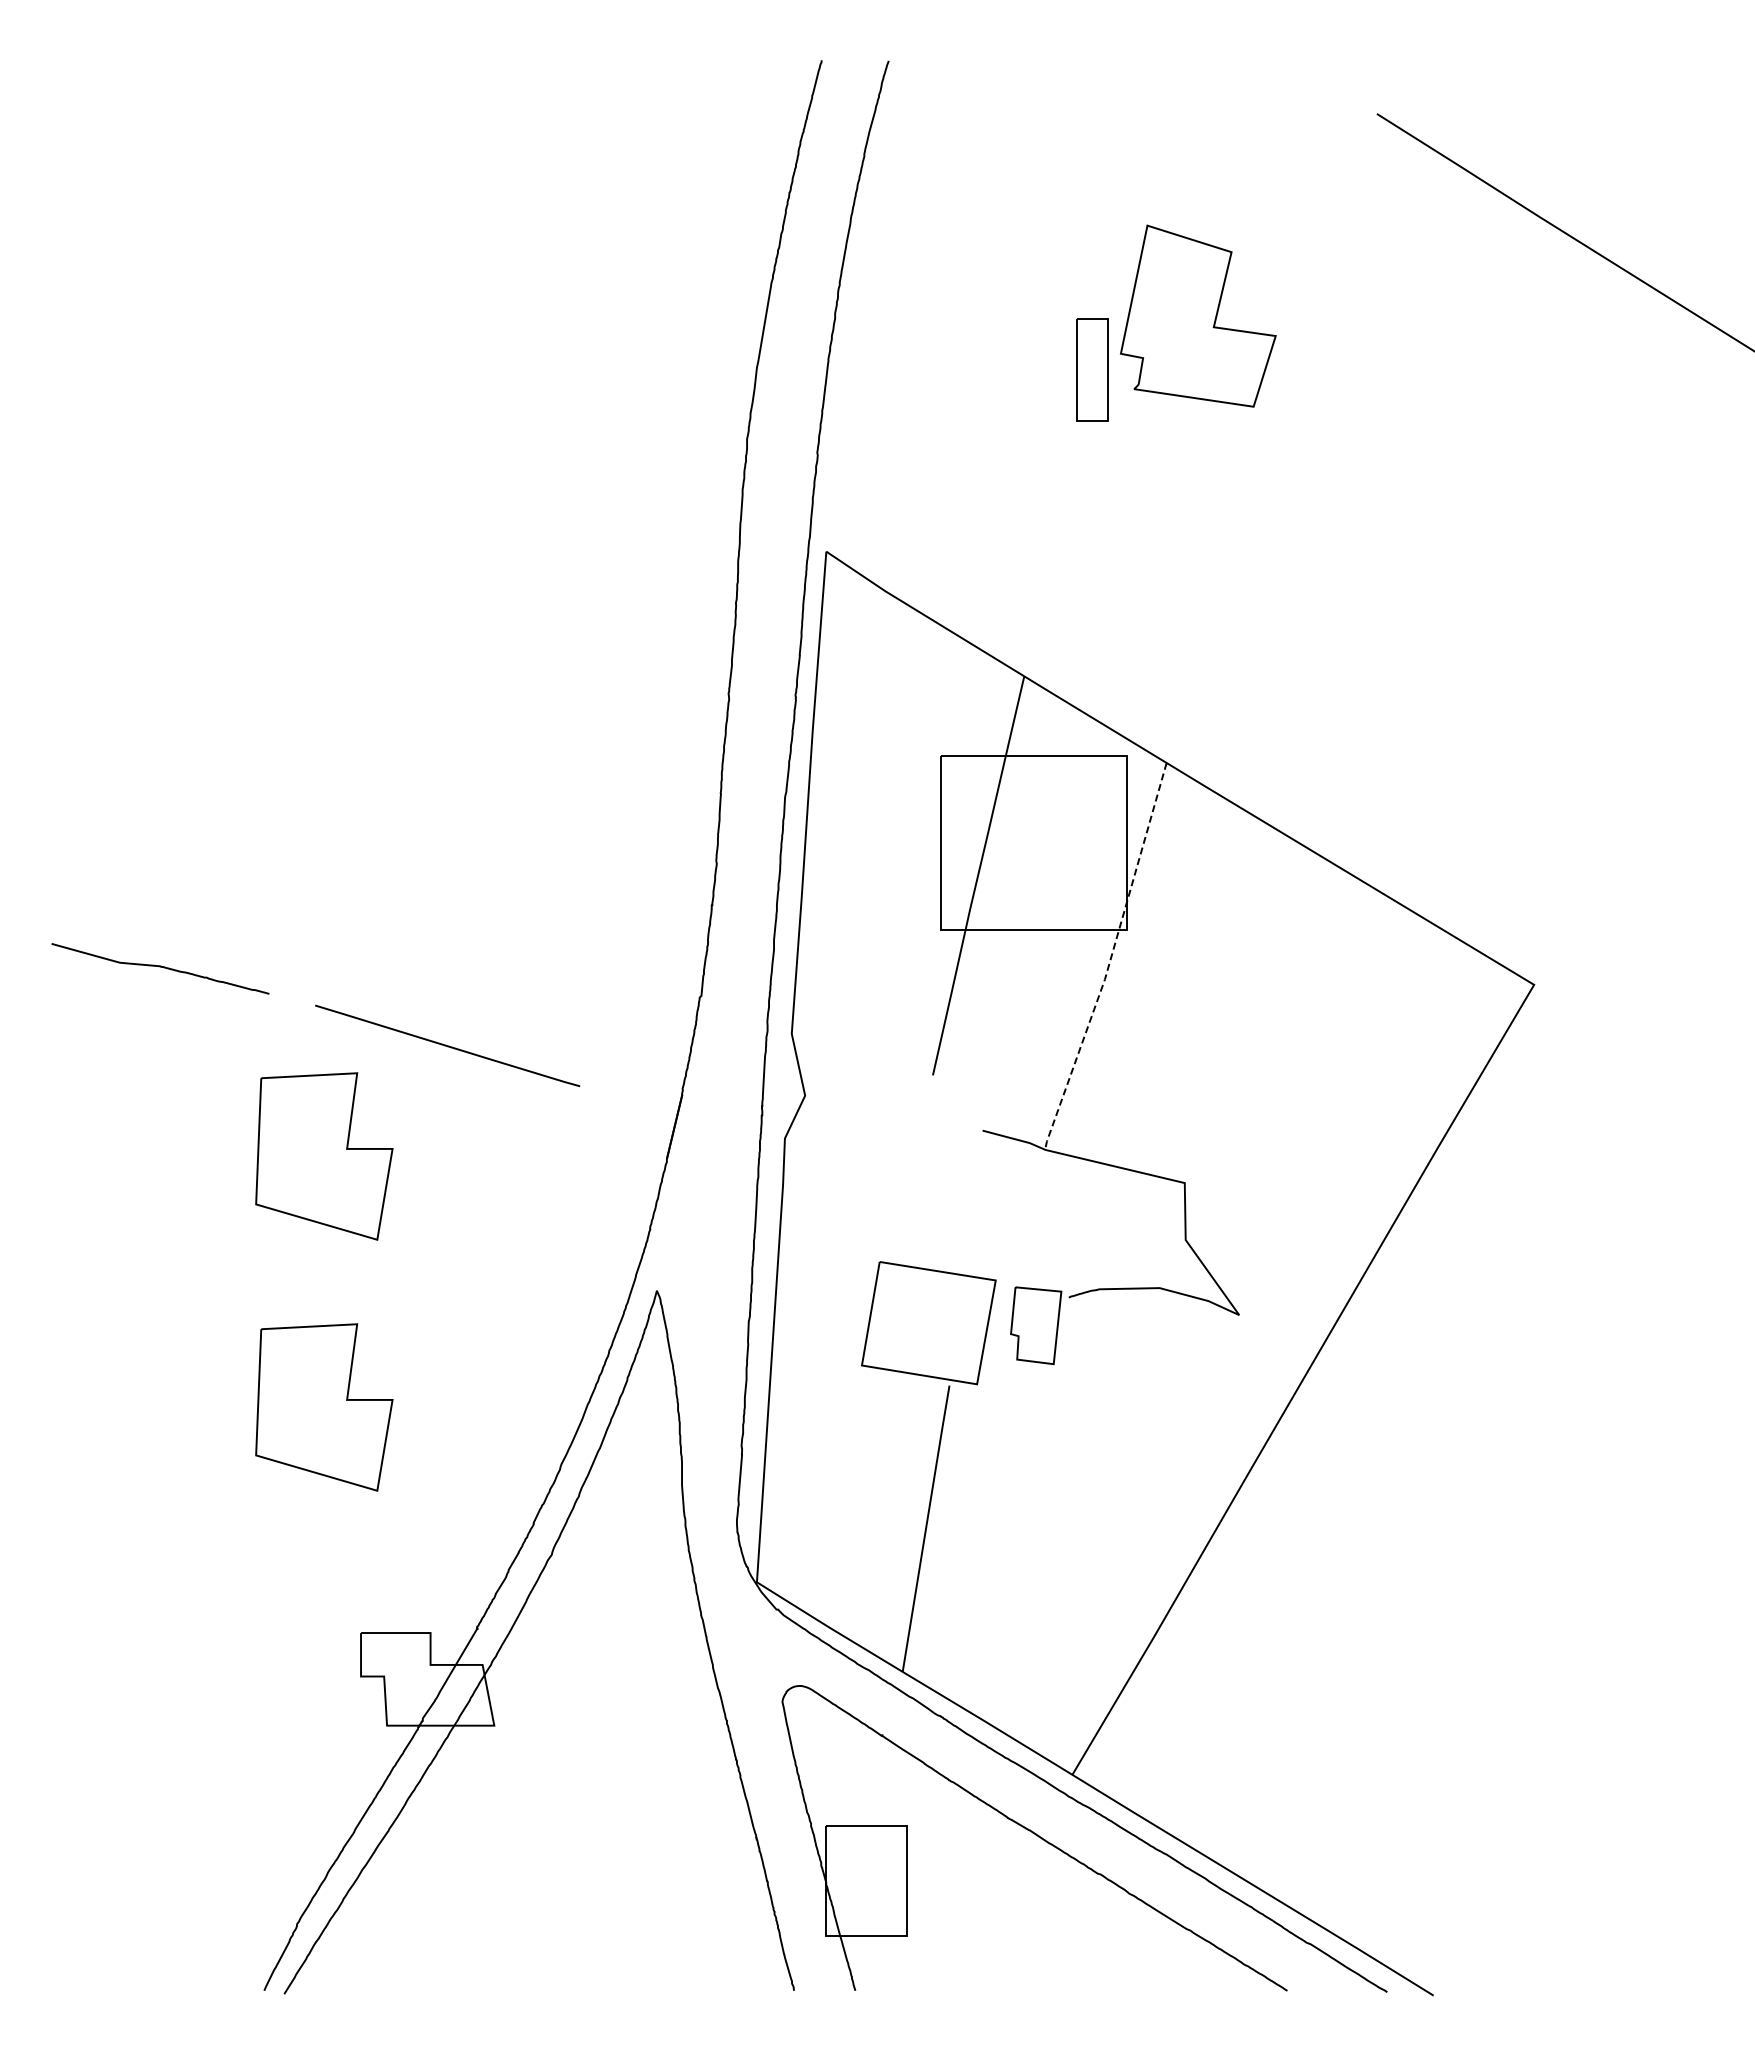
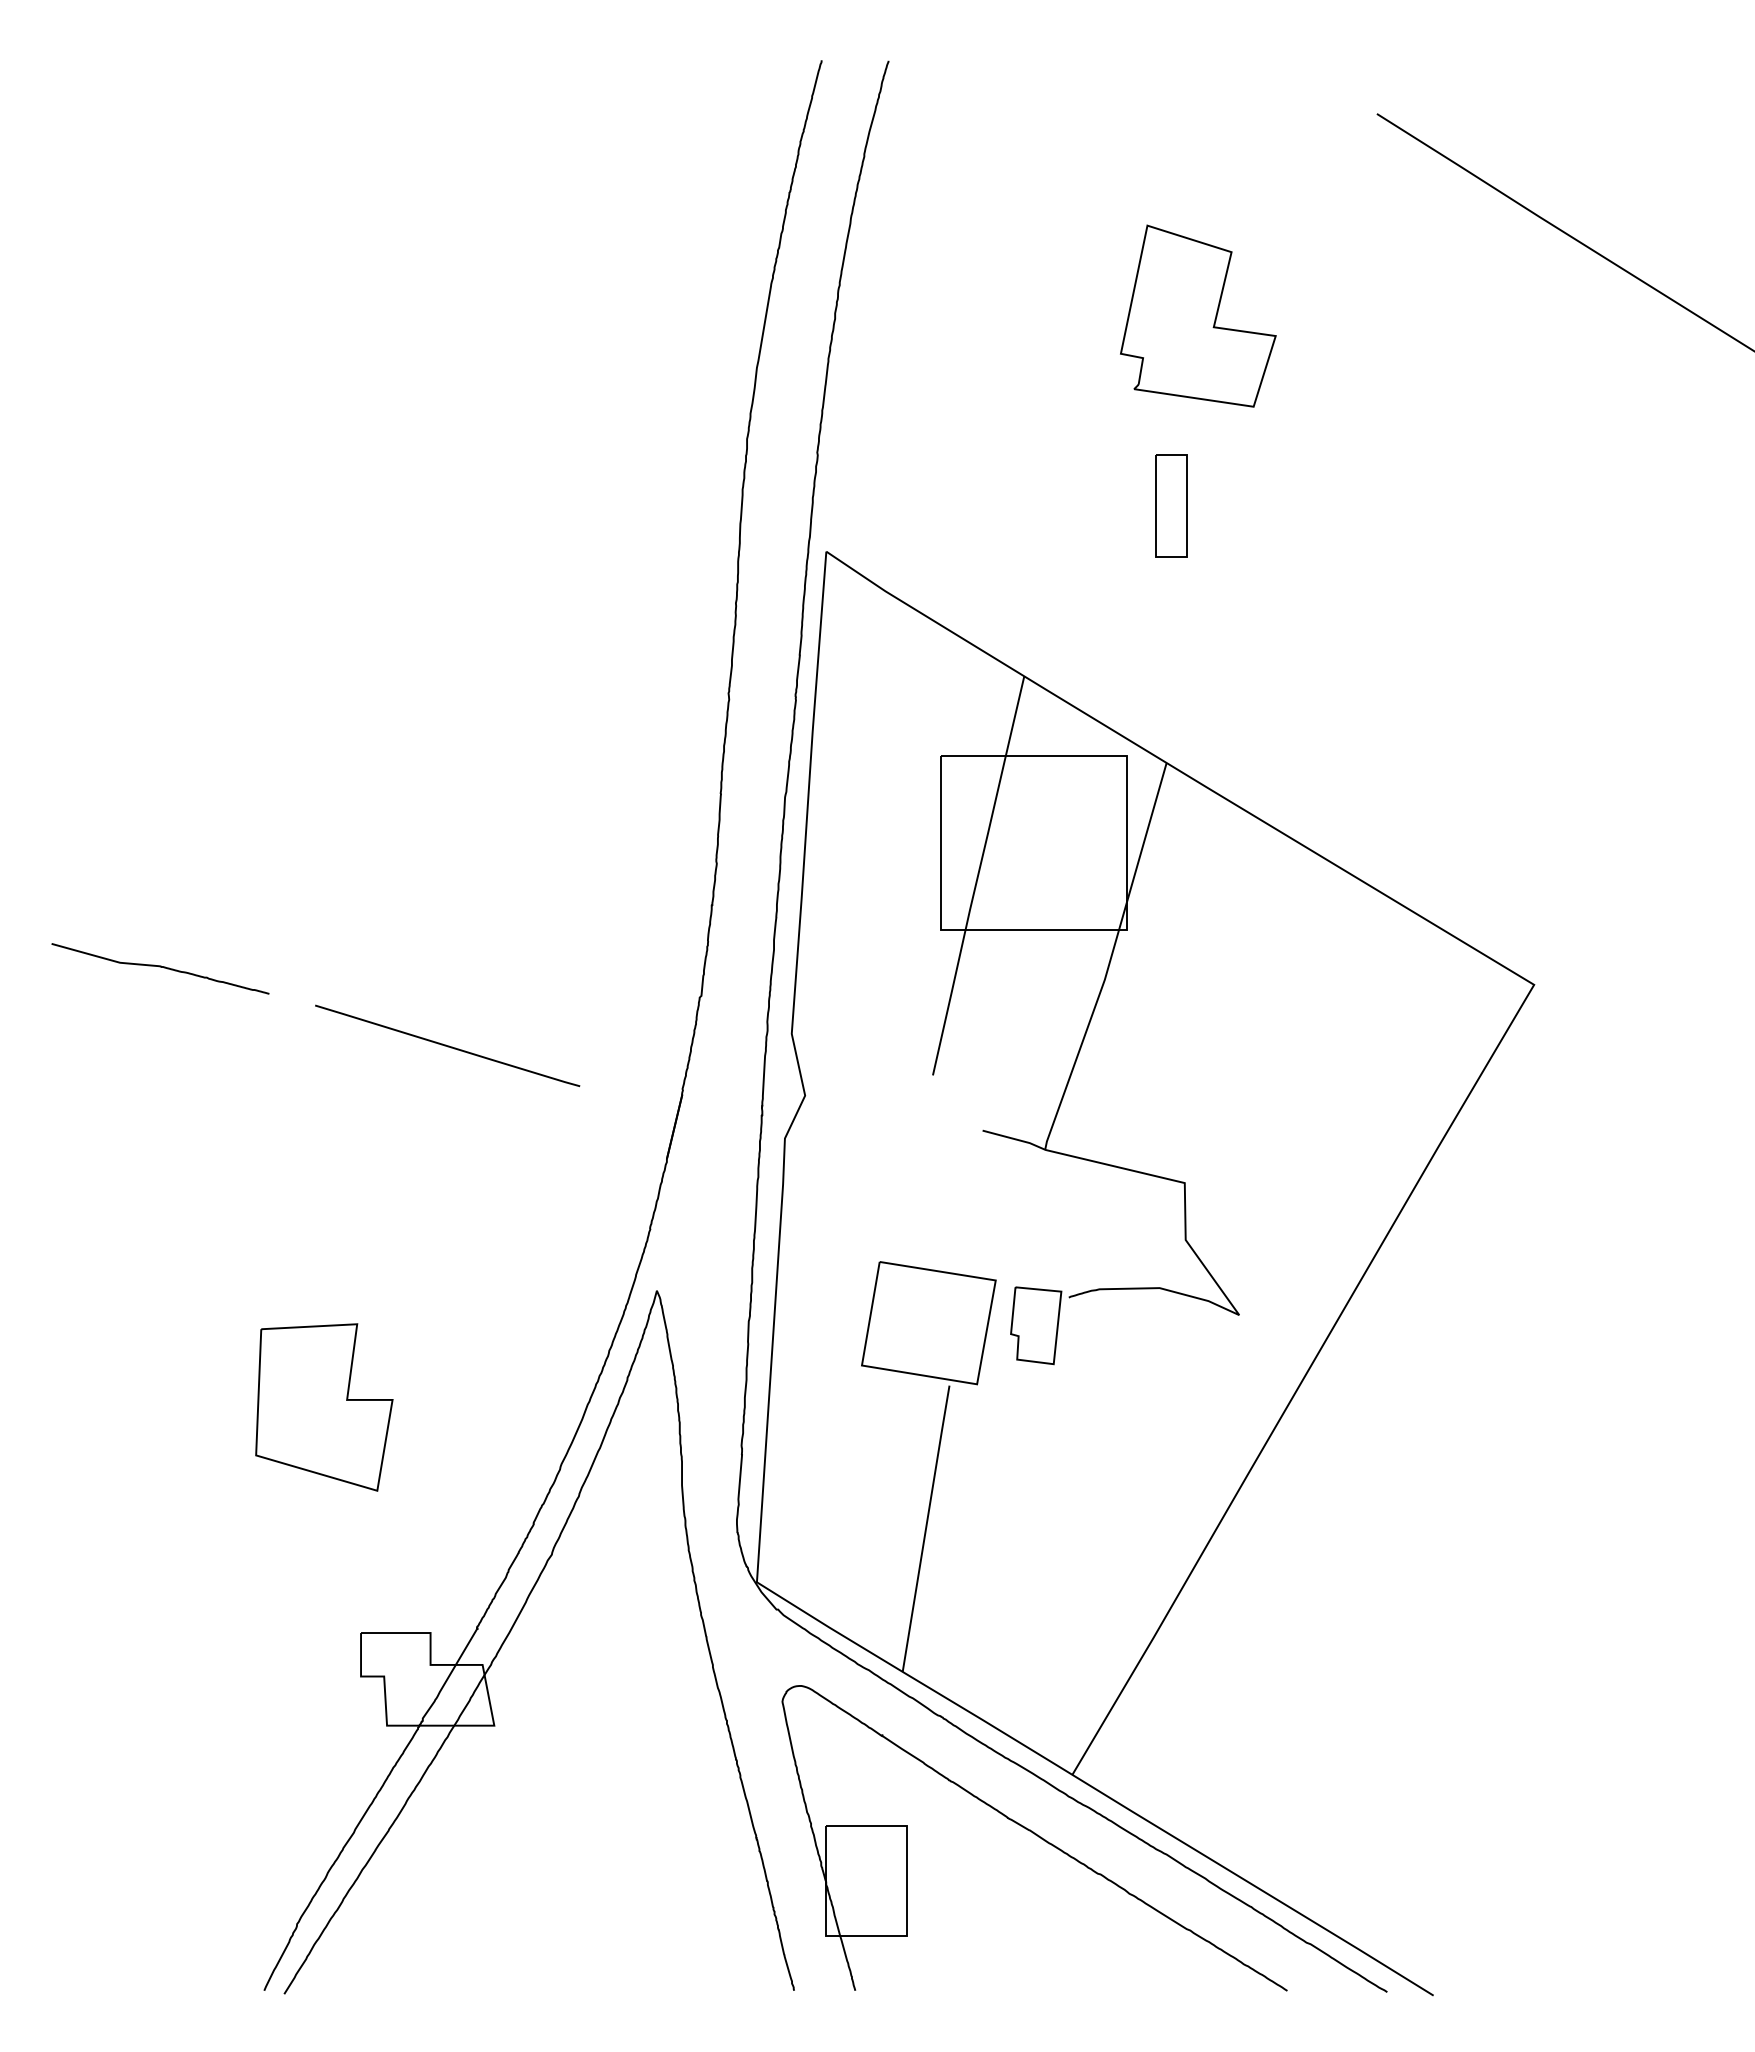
part at (1092, 369) position: (1092, 369) -> (1171, 505)
line at (1110, 959): dashed -> solid
part at (324, 1156): present -> none
